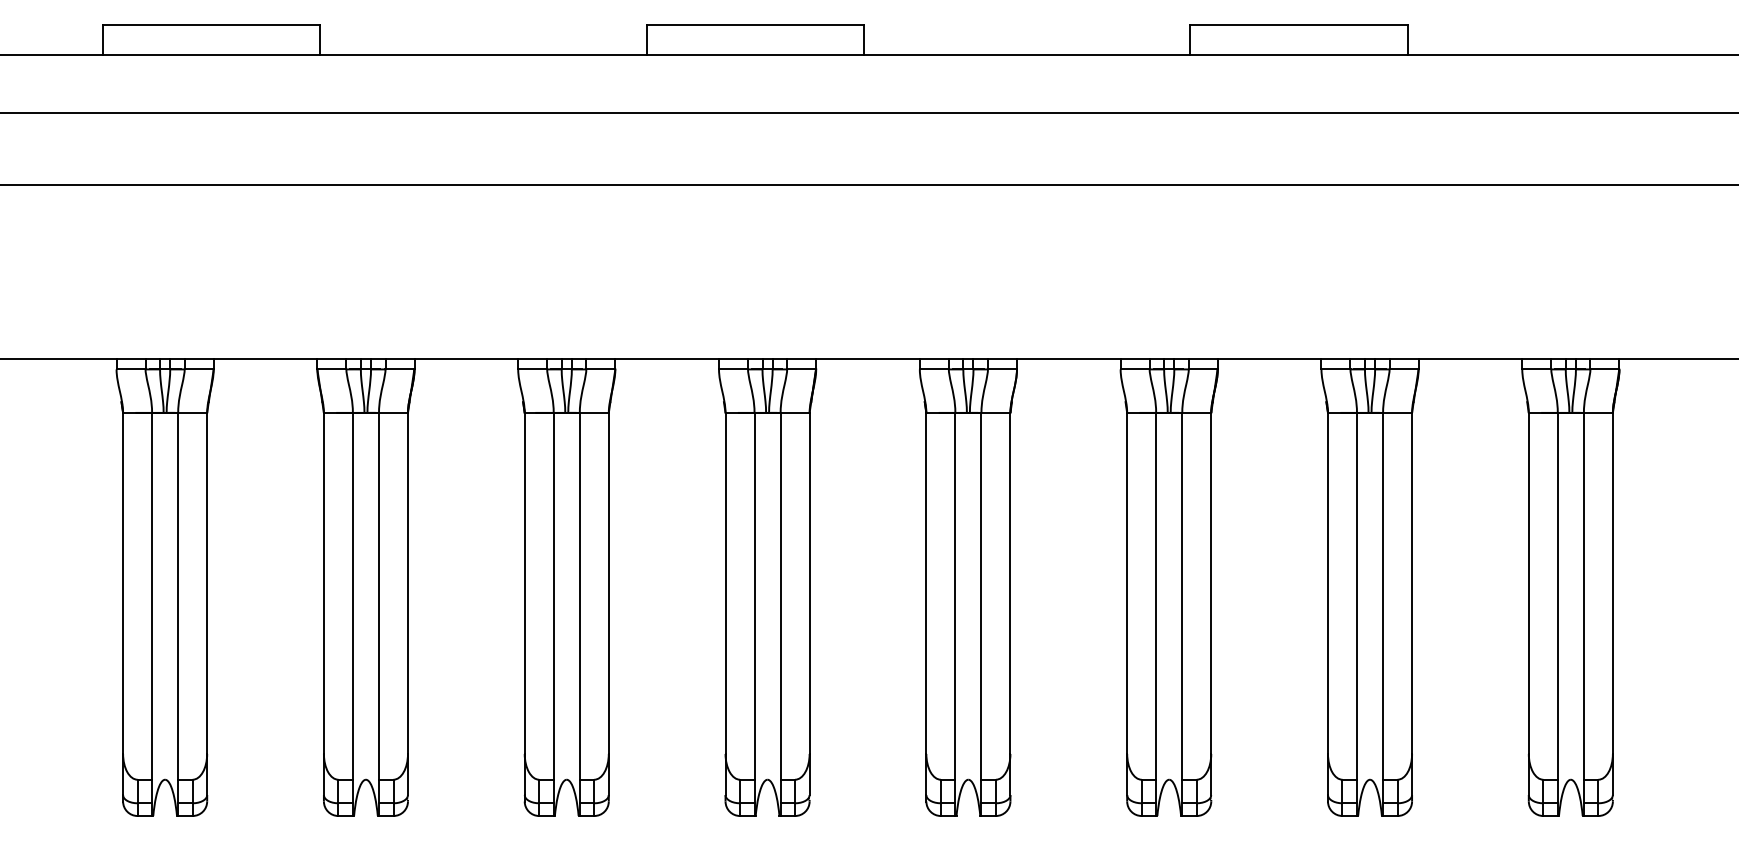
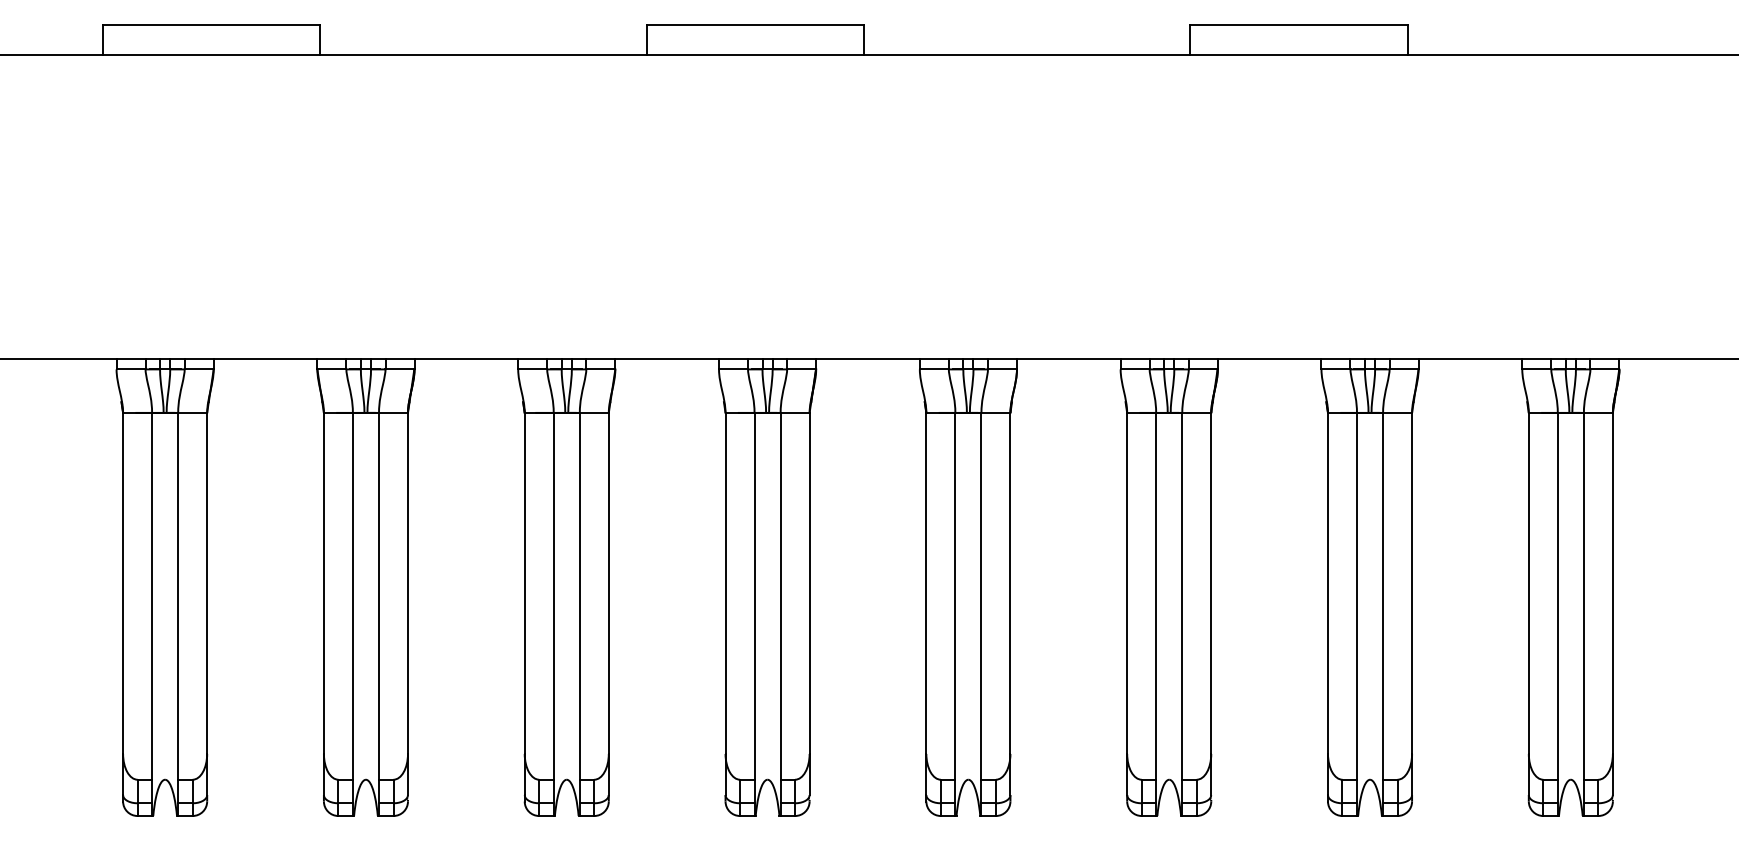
line at (868, 112): present -> none
line at (868, 185): present -> none
